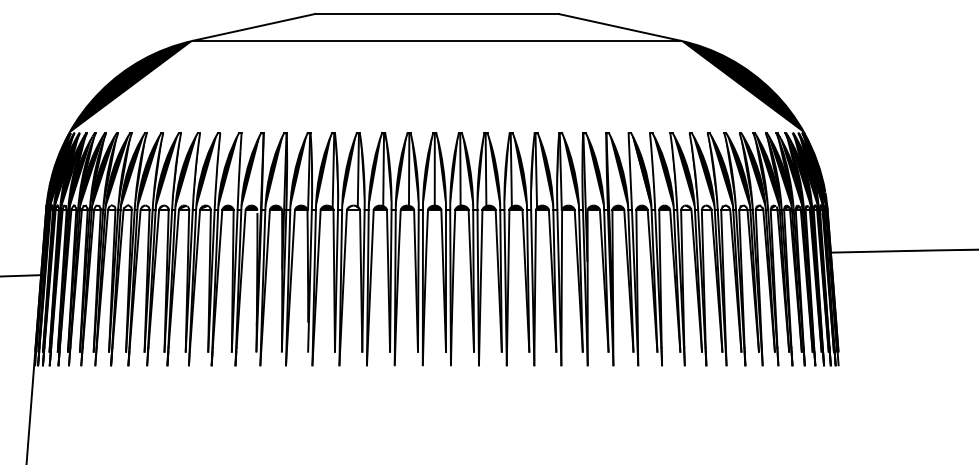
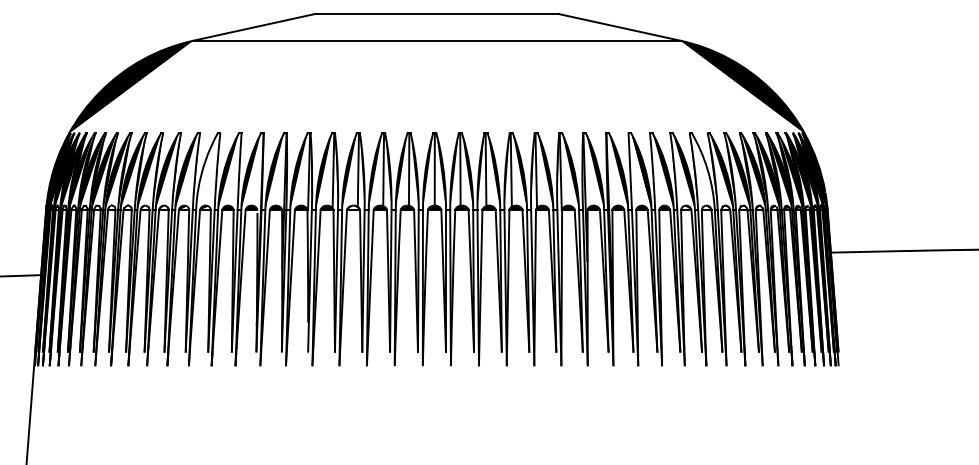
fill at (206, 171): present -> none
fill at (702, 171): present -> none
